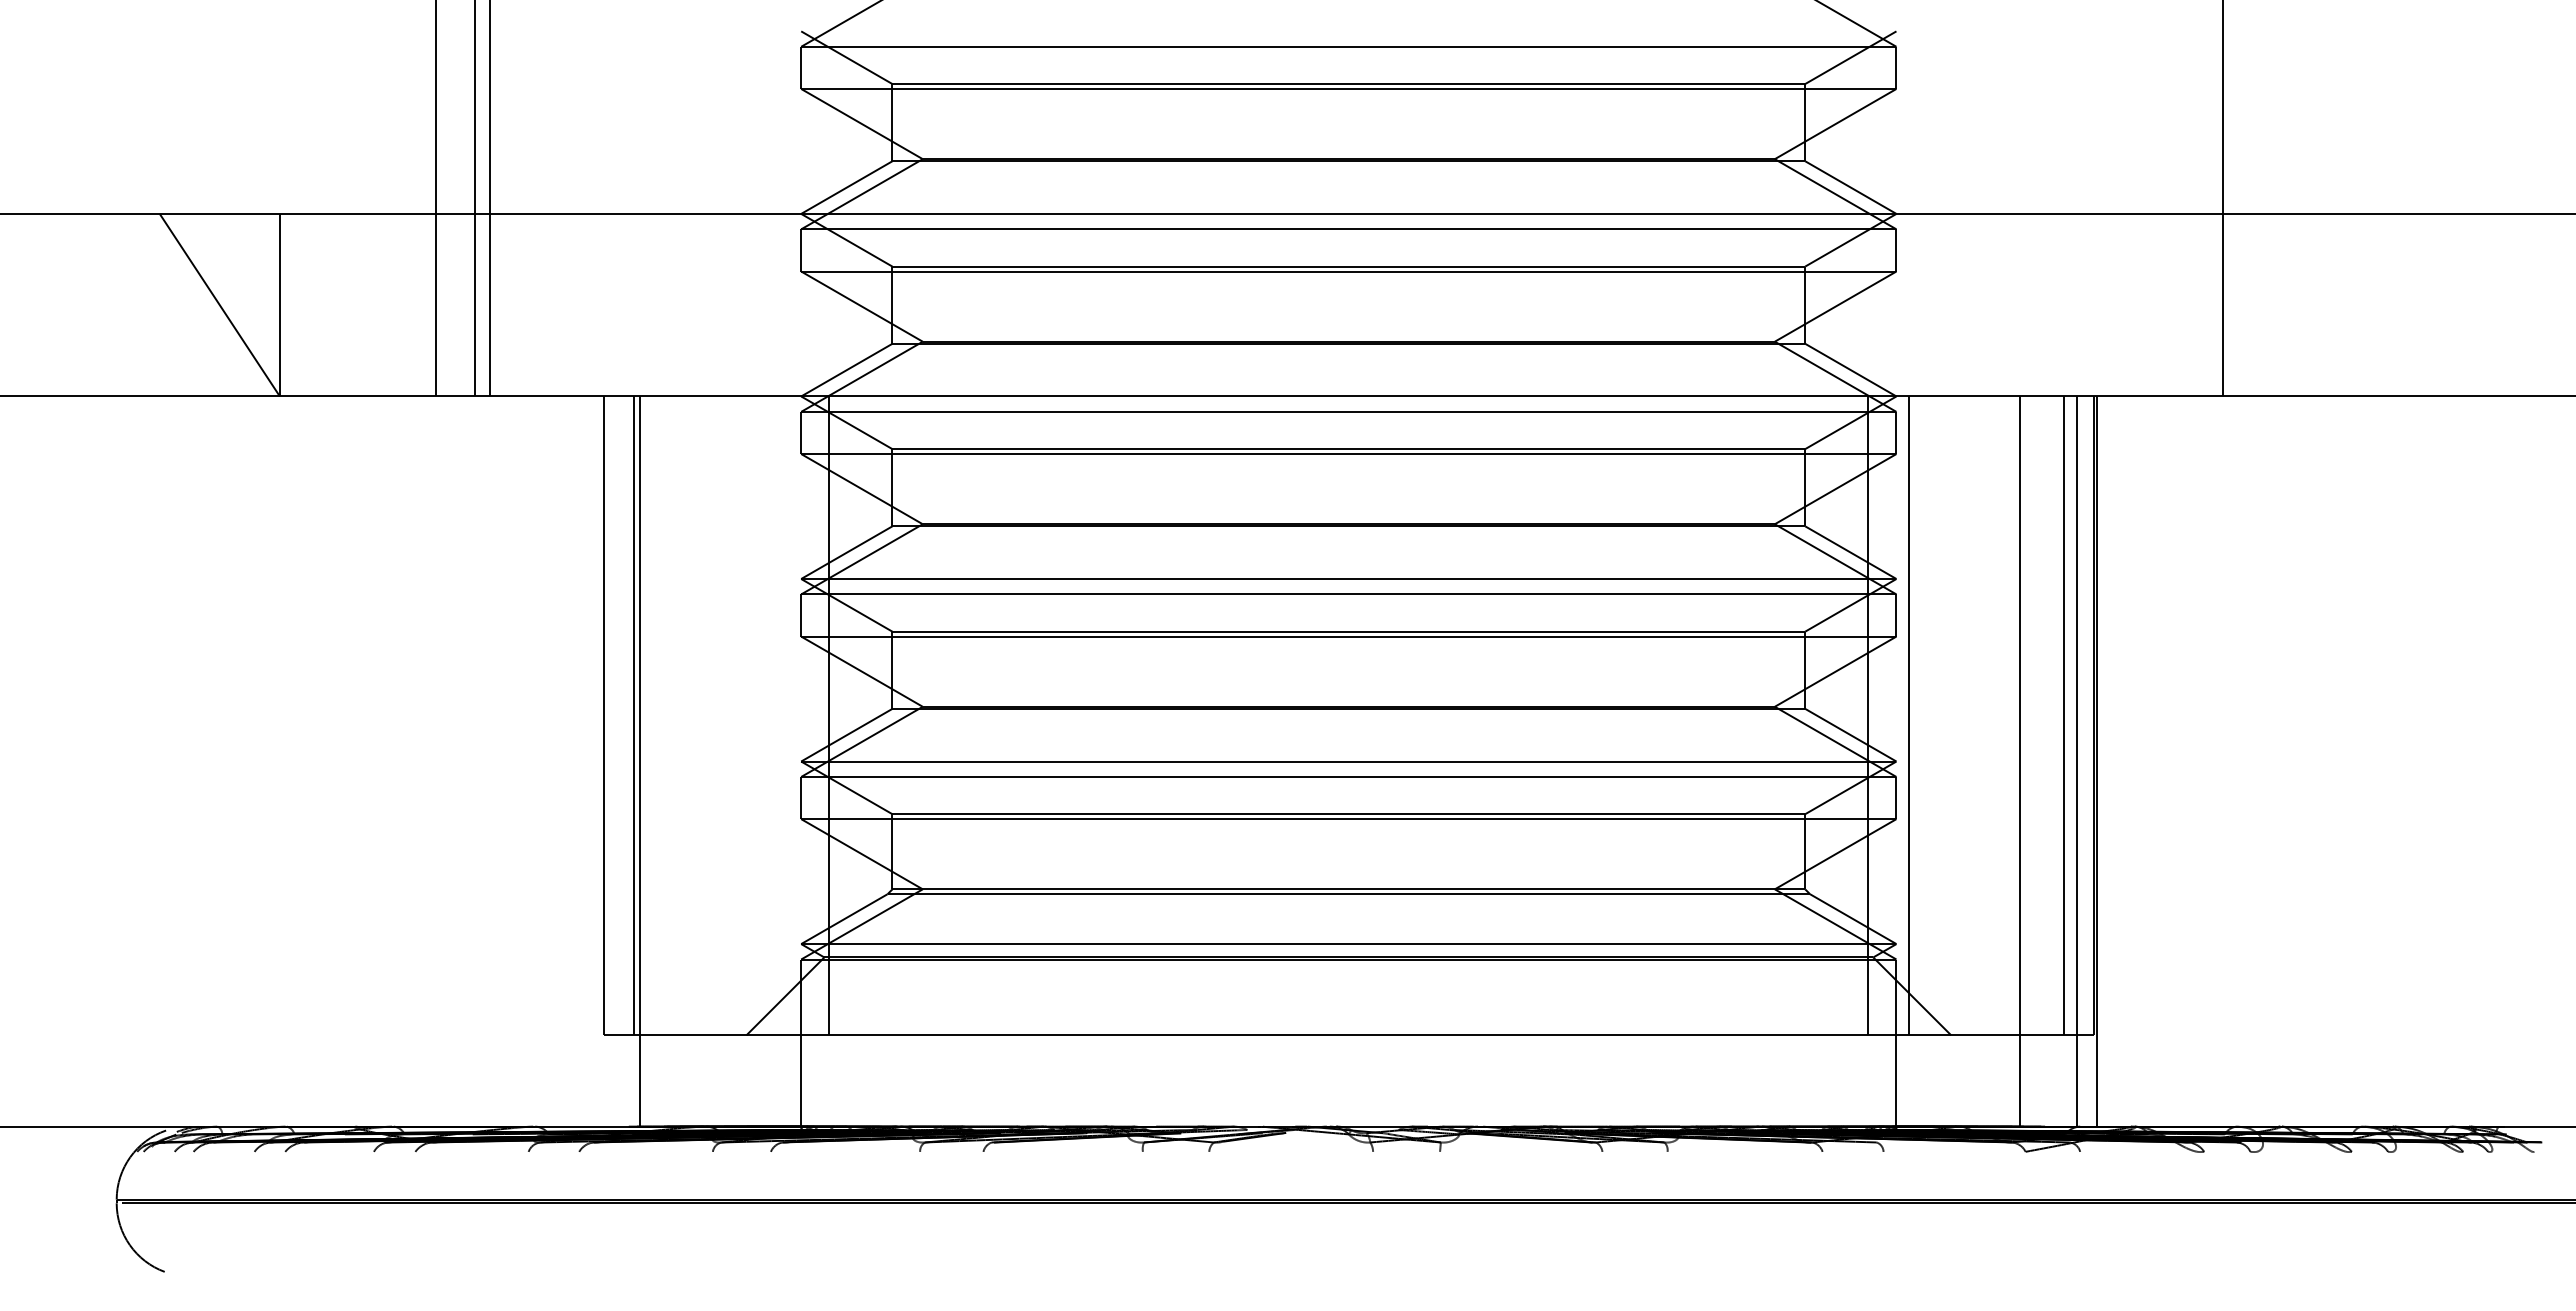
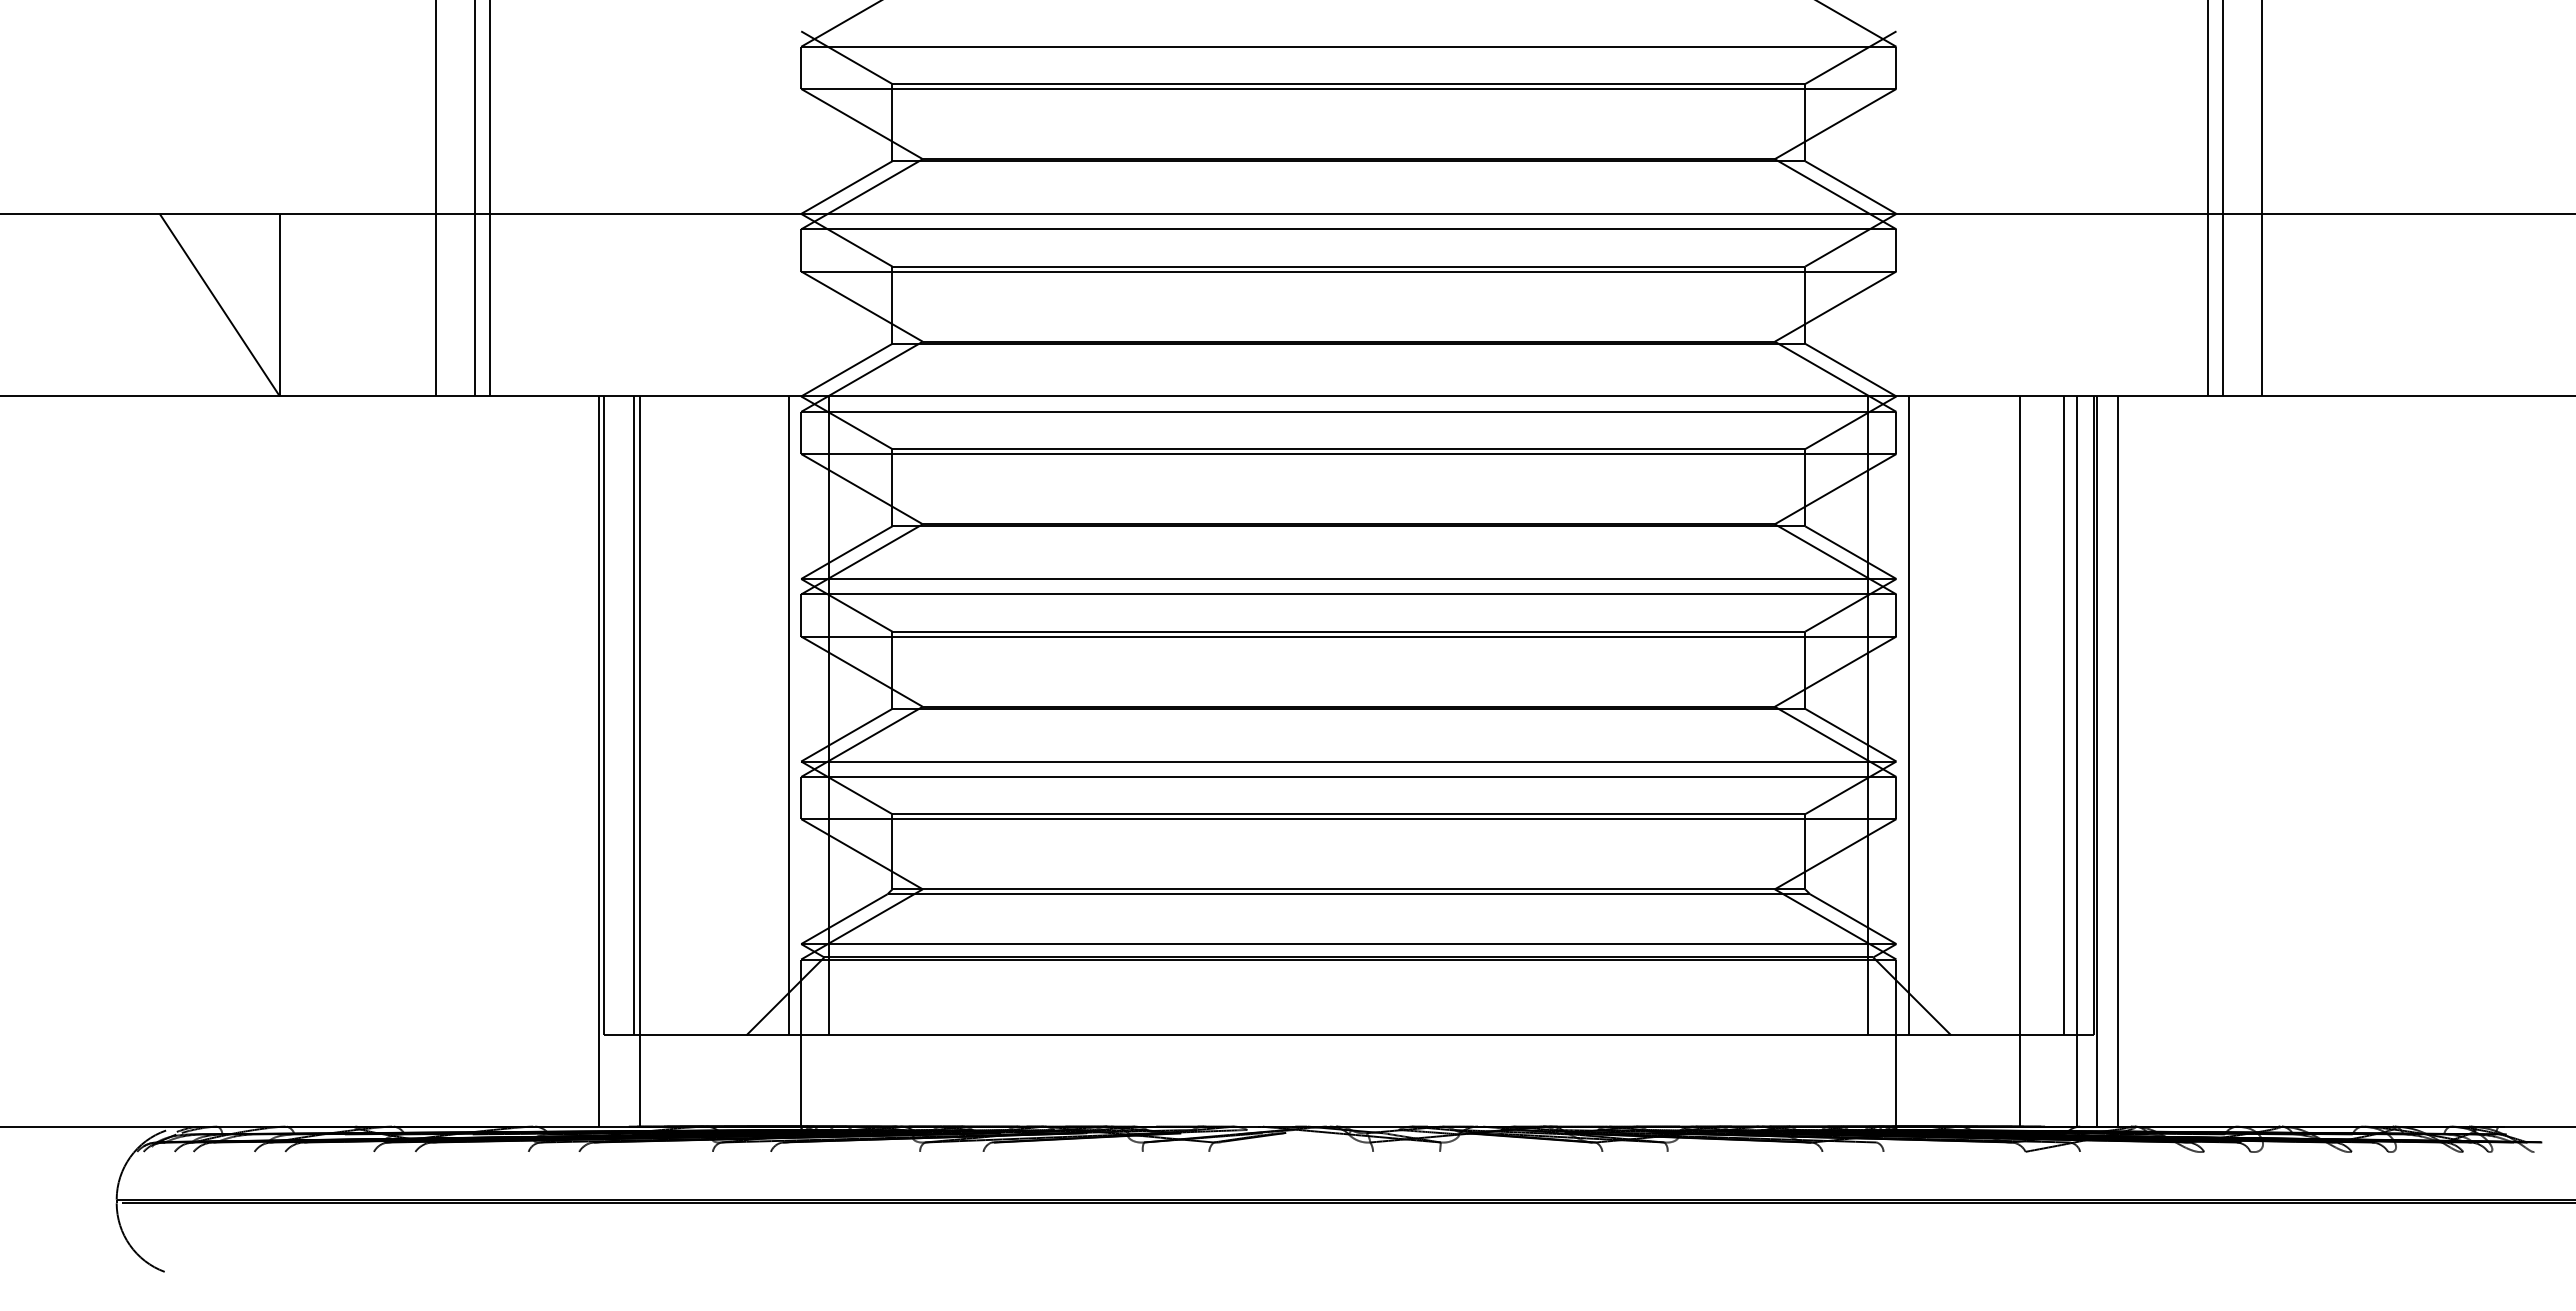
line at (2208, 199): none -> present
line at (2261, 199): none -> present
line at (788, 715): none -> present
line at (598, 761): none -> present
line at (2117, 761): none -> present
